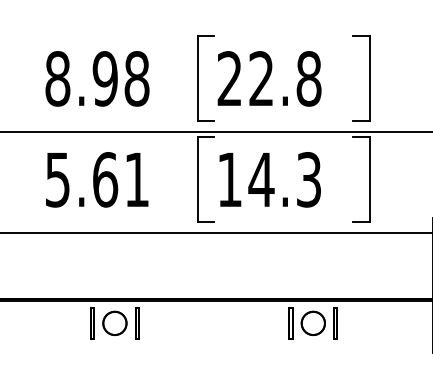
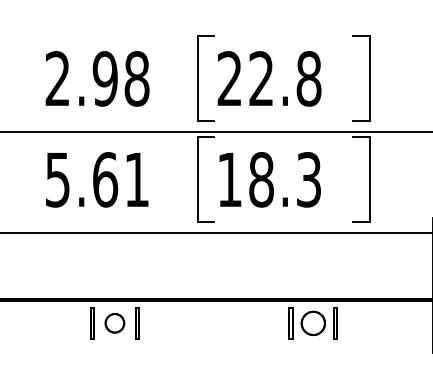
text at (57, 78): 8.98 -> 2.98
text at (261, 179): 14.3 -> 18.3
circle at (114, 322) size: 26x26 px -> 22x21 px
